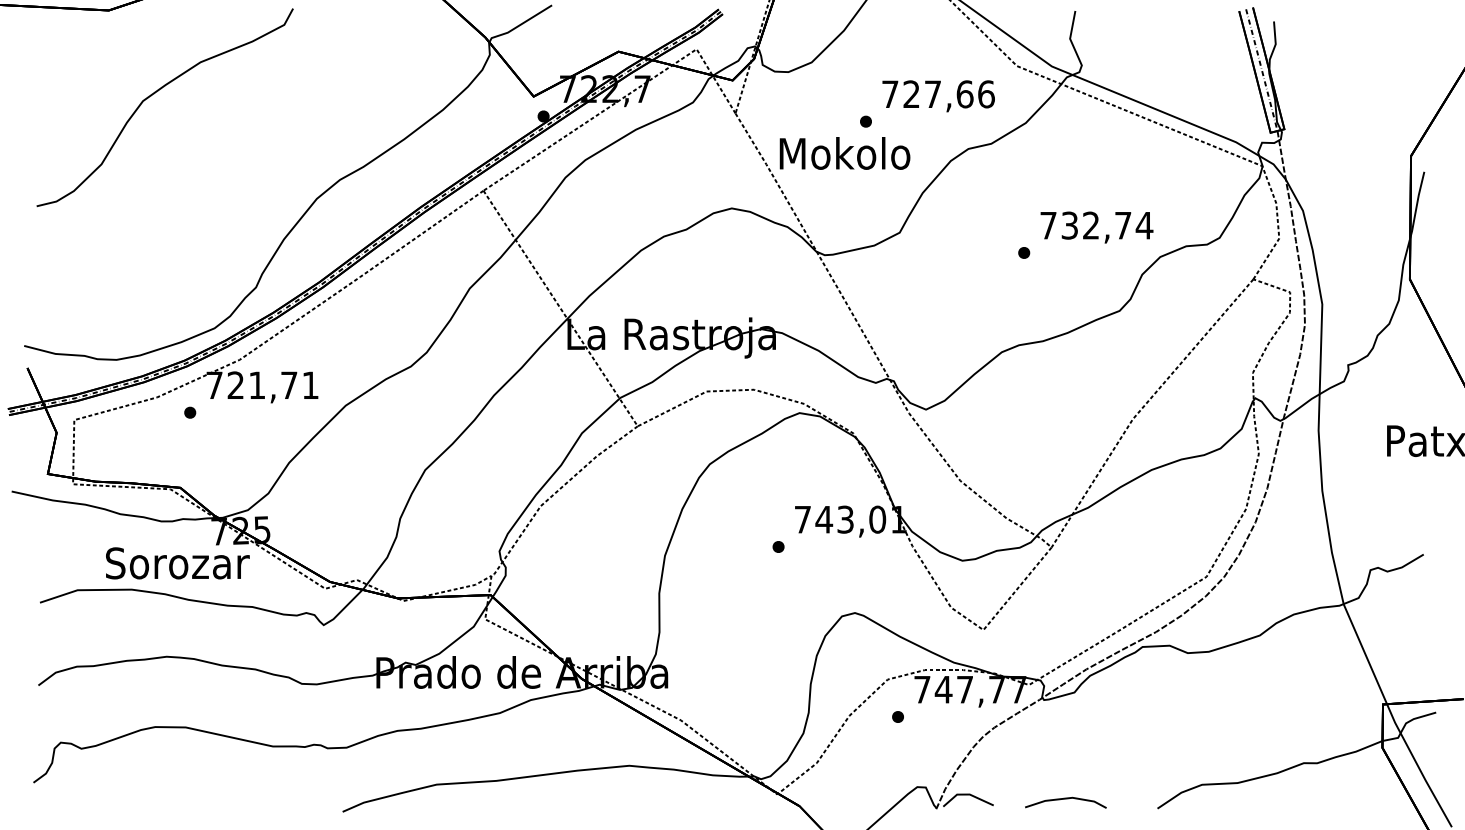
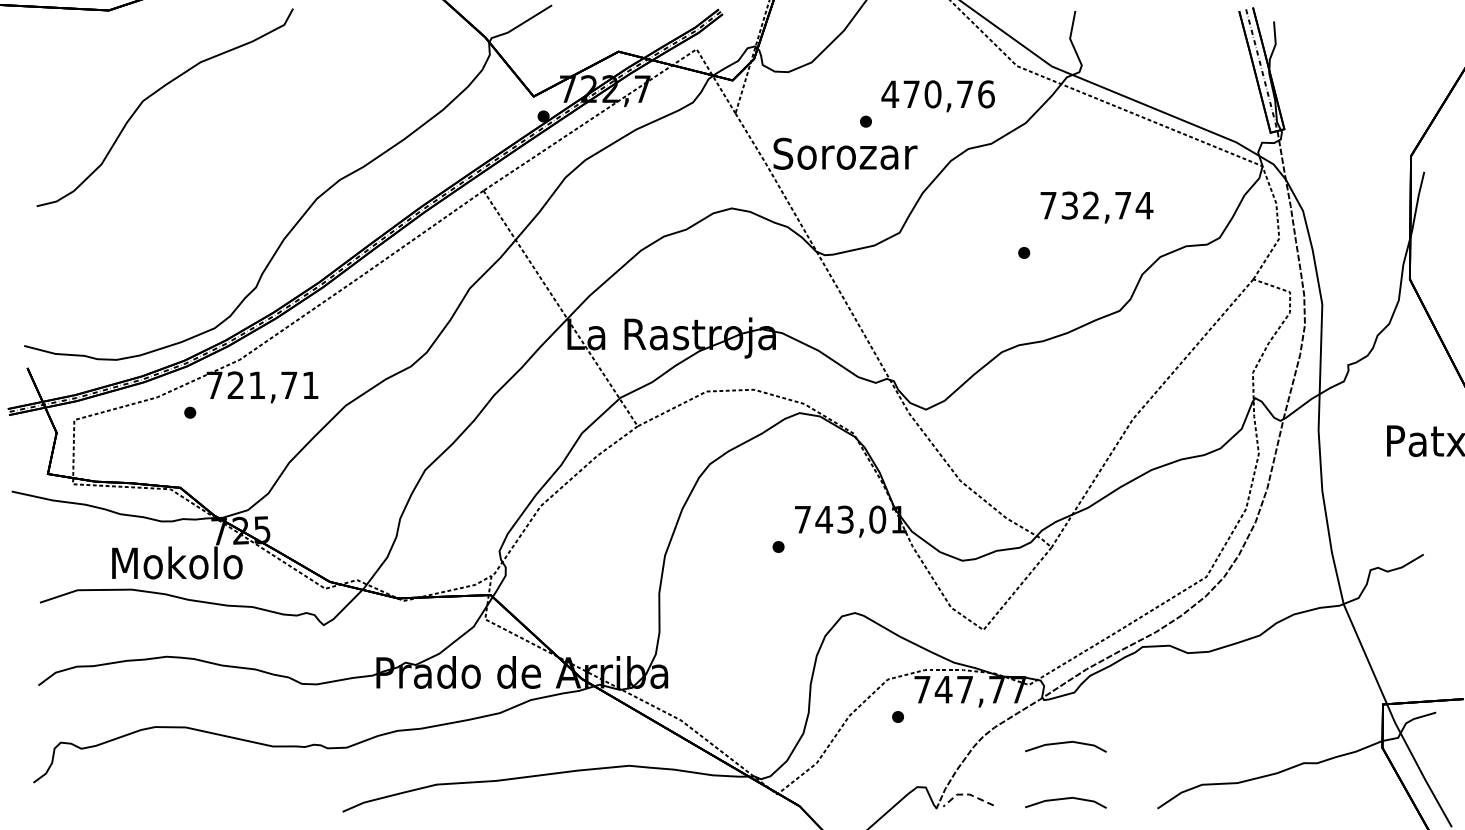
text at (927, 94): 727,66 -> 470,76
text at (845, 153): Mokolo -> Sorozar
text at (1096, 227) position: (1096, 227) -> (1096, 207)
text at (177, 562): Sorozar -> Mokolo
line at (1065, 743): none -> present
line at (966, 794): solid -> dashed
